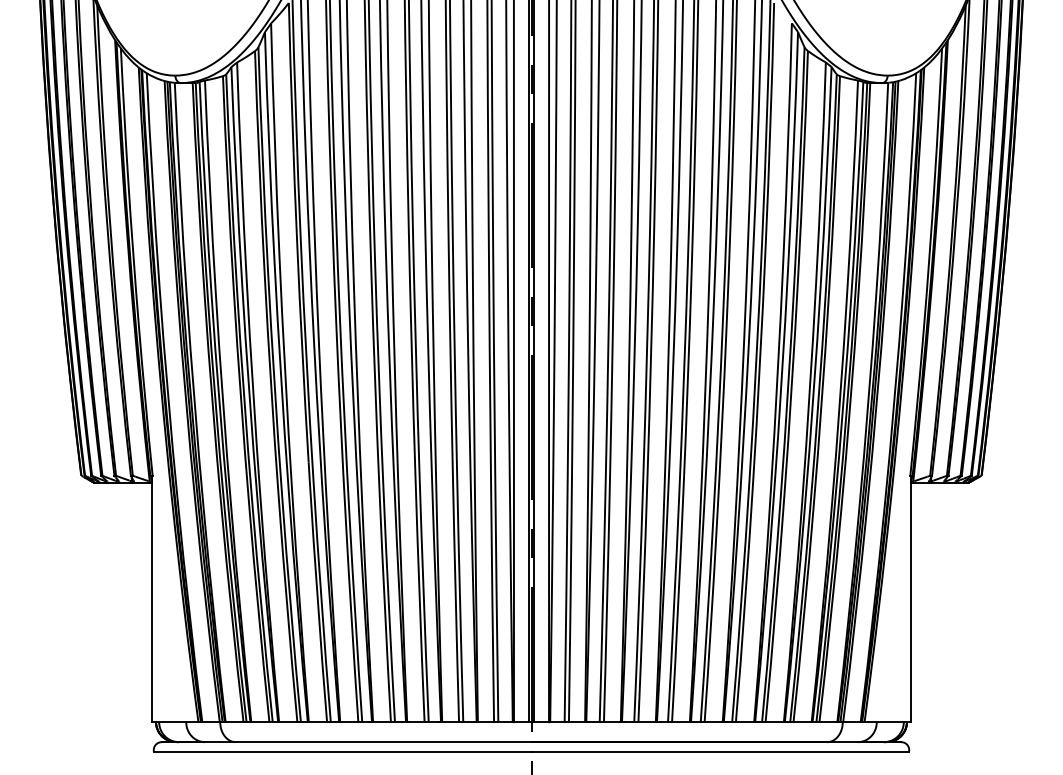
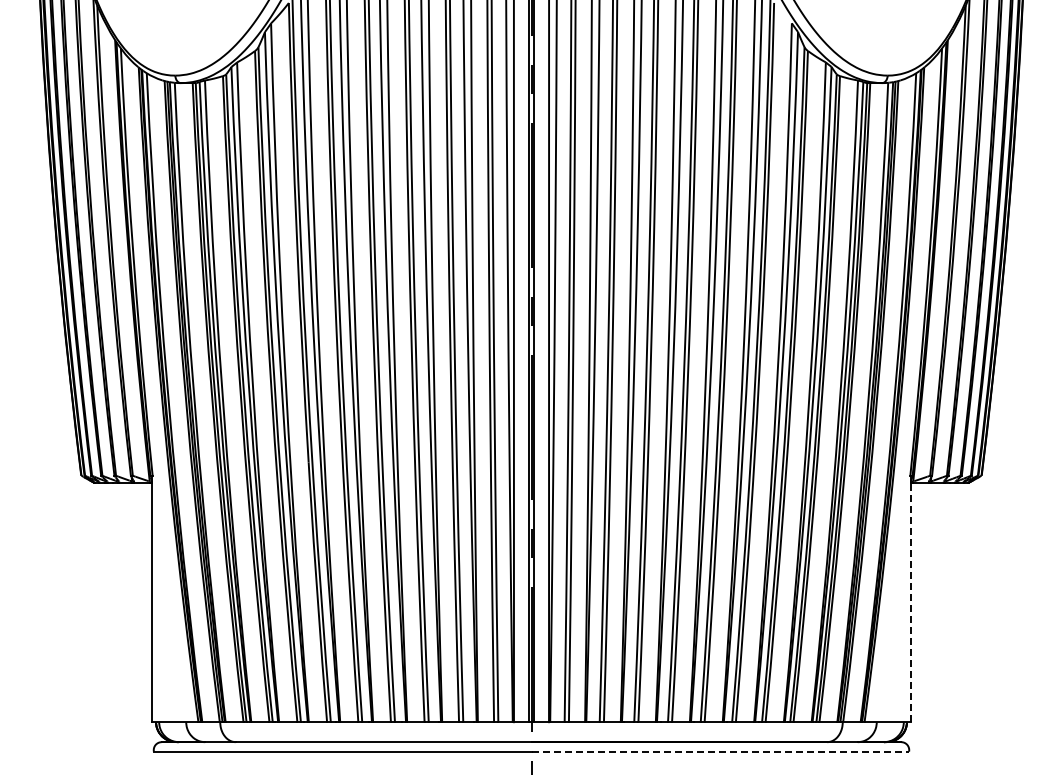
line at (910, 602): solid -> dashed
line at (720, 751): solid -> dashed
